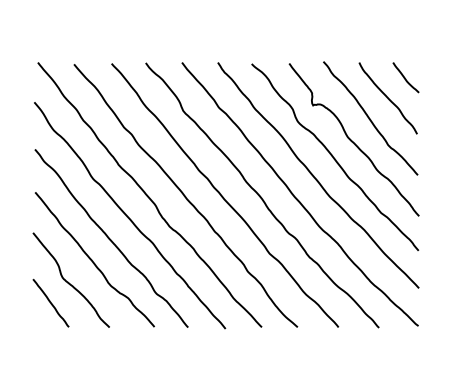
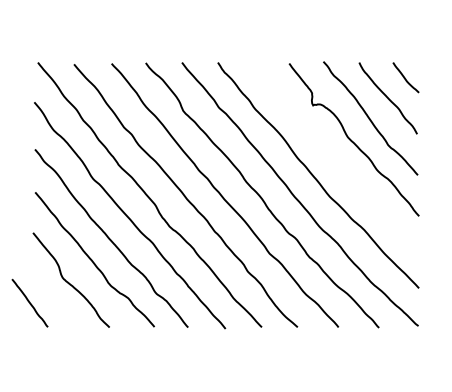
curve at (334, 157): present -> none
line at (50, 302) position: (50, 302) -> (29, 302)
